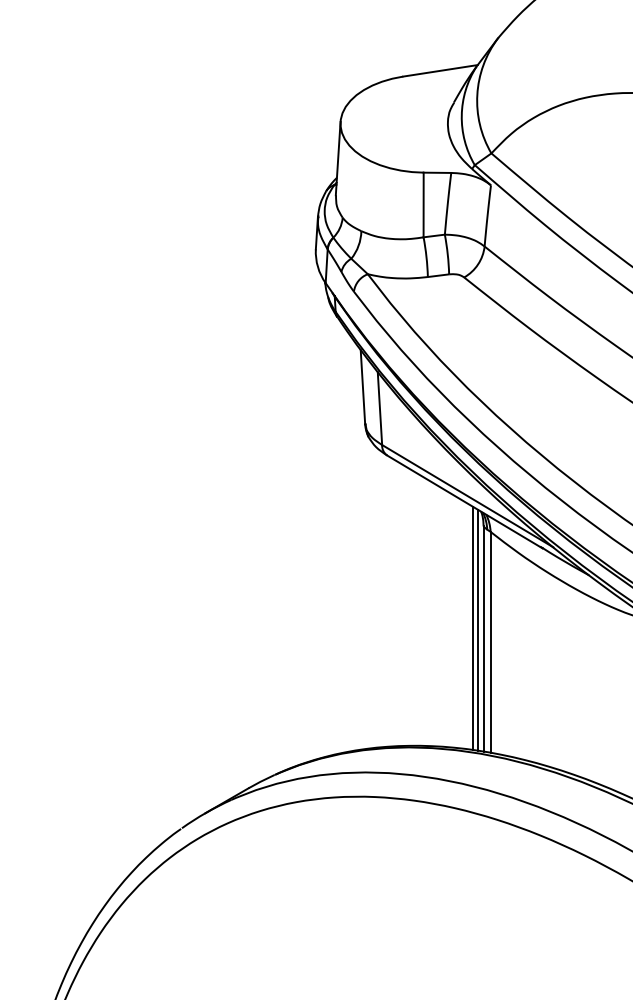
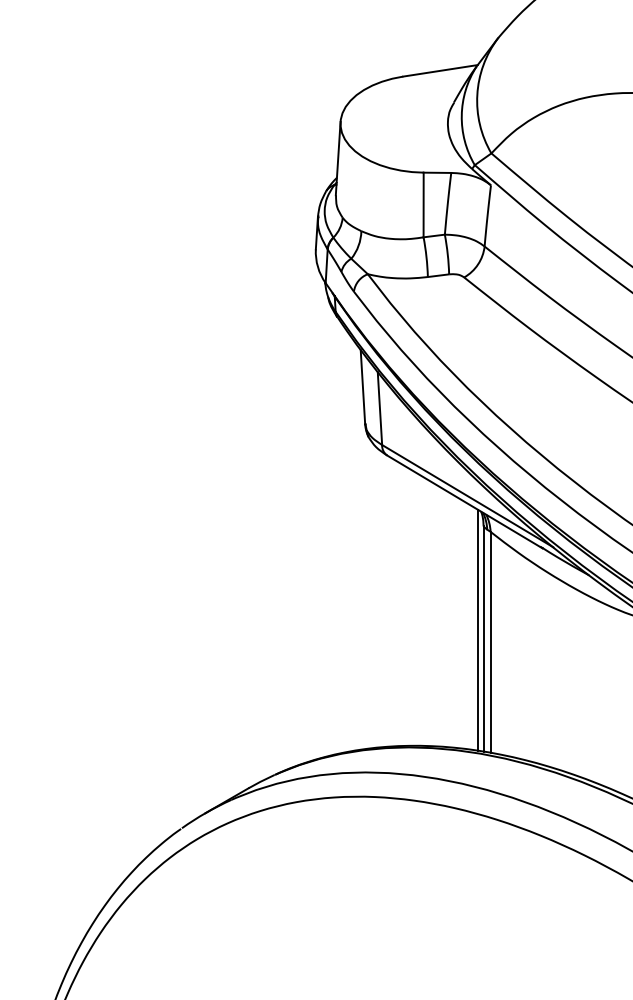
line at (473, 628): present -> none
